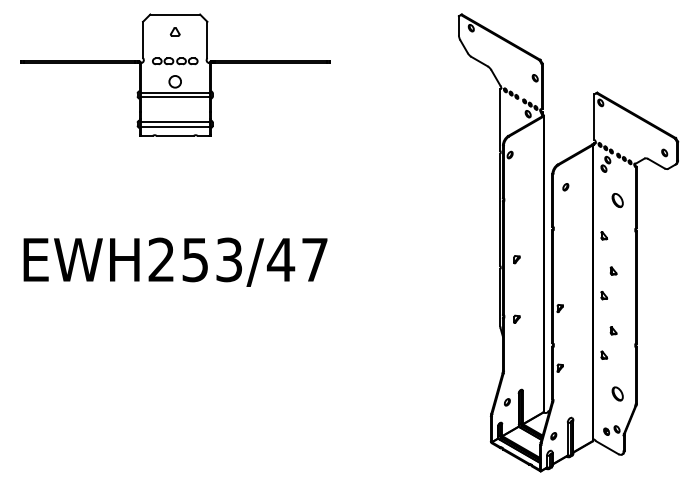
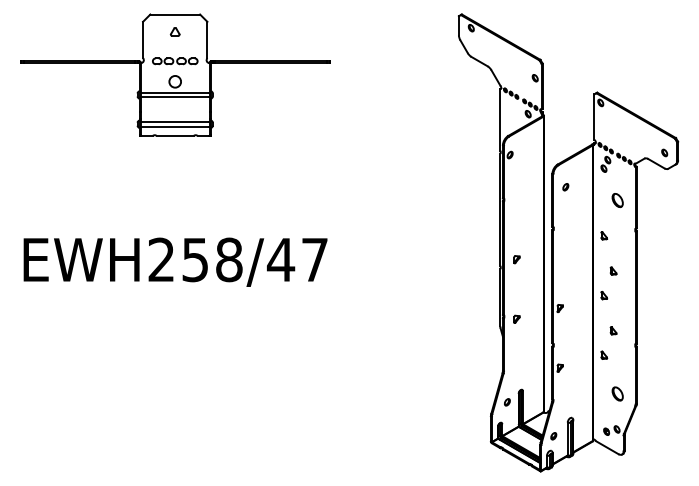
text at (229, 259): EWH253/47 -> EWH258/47
